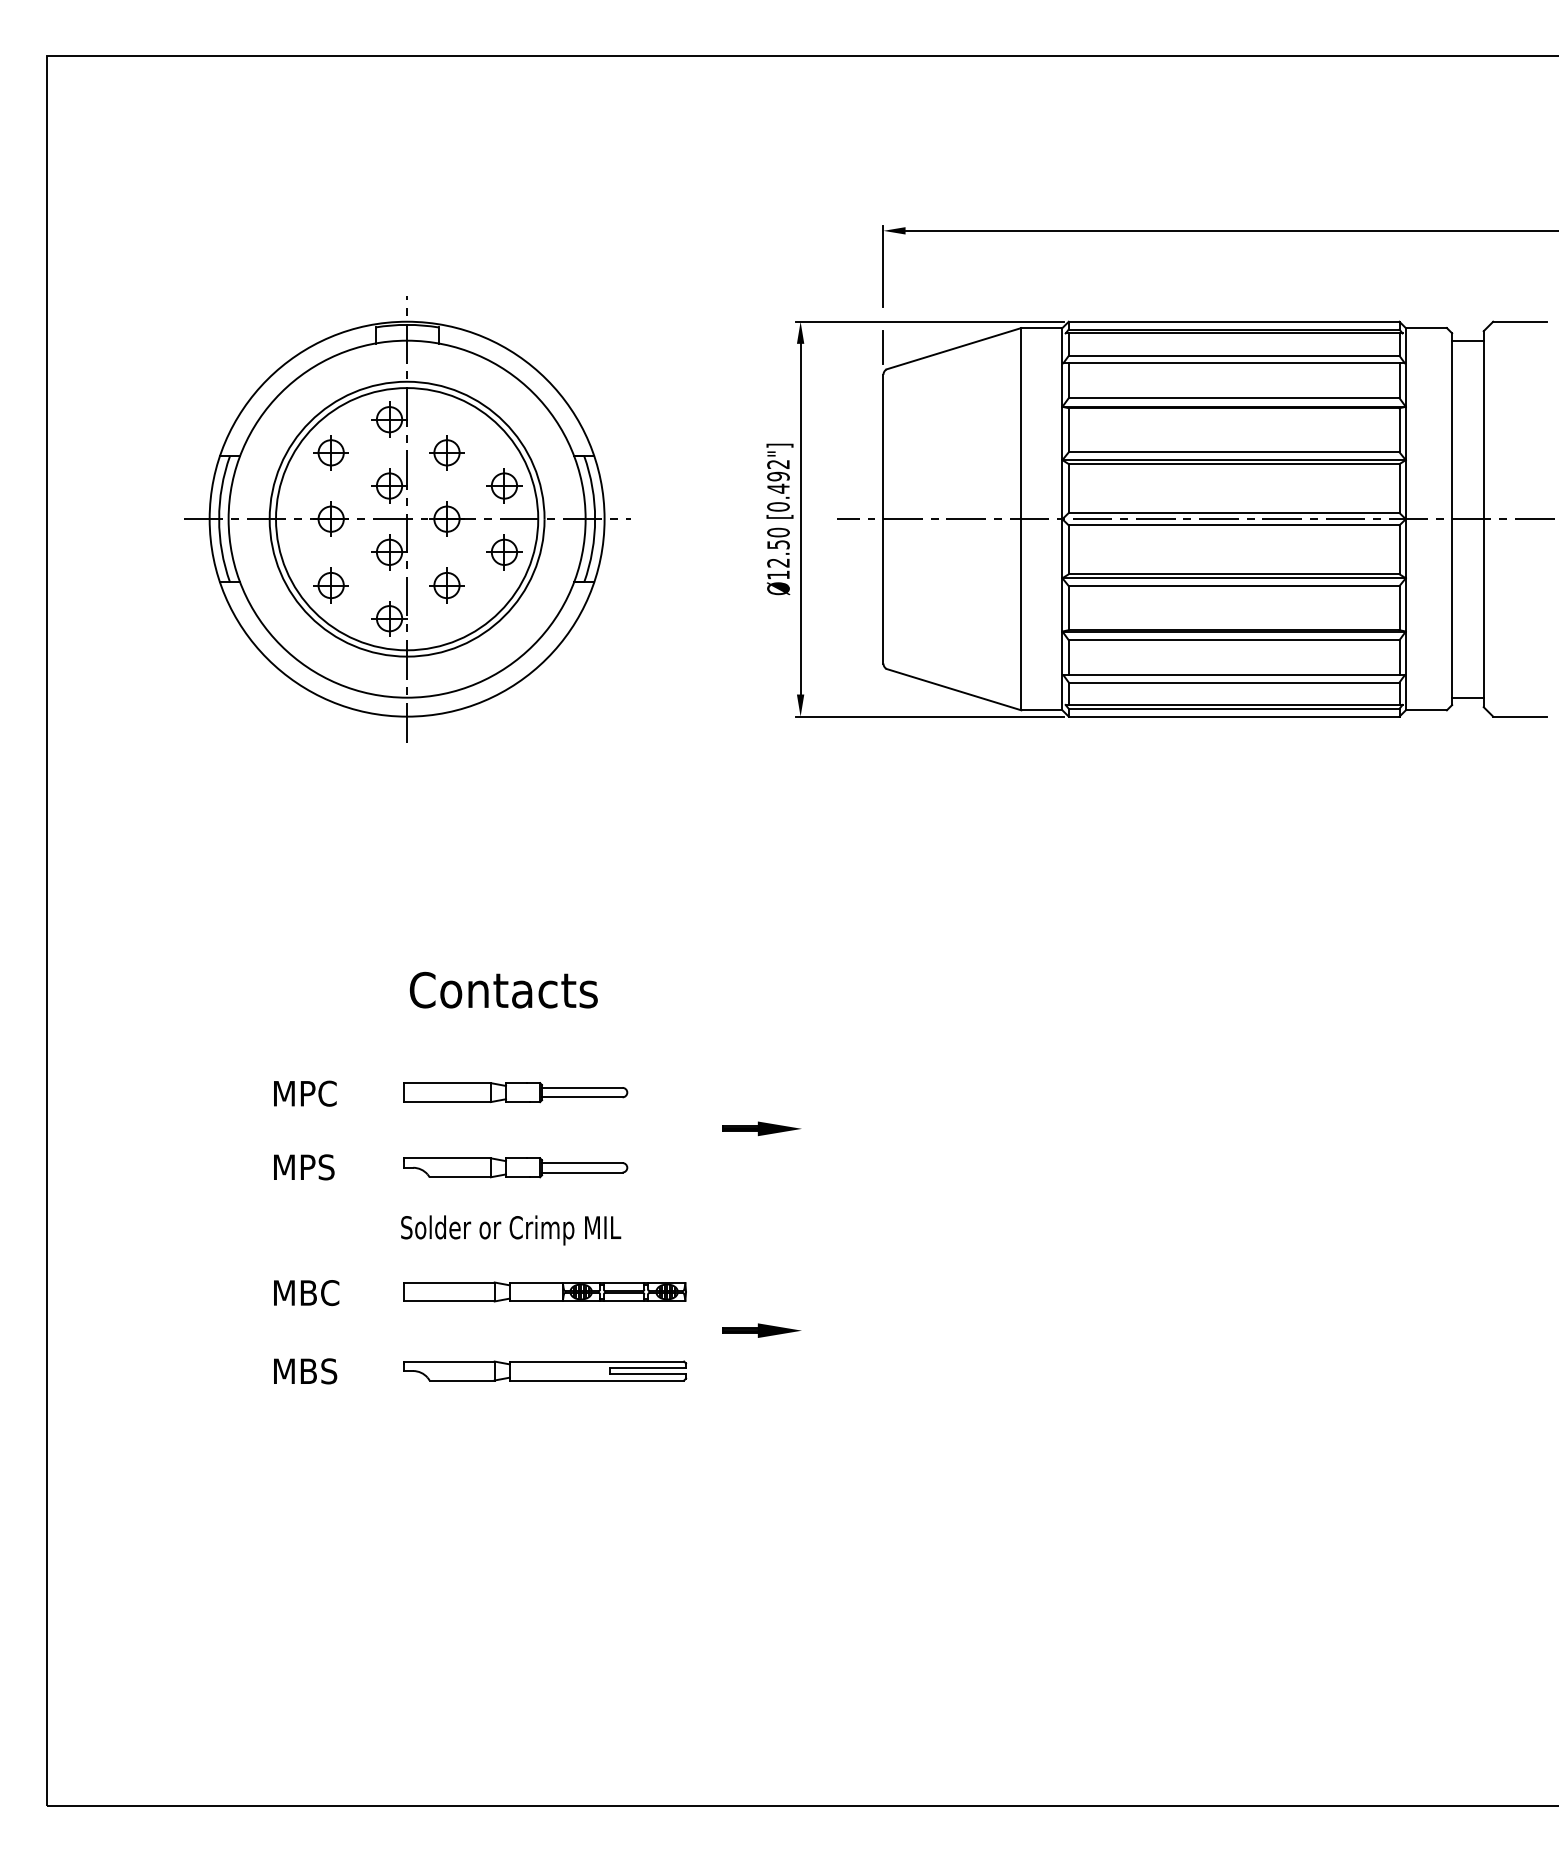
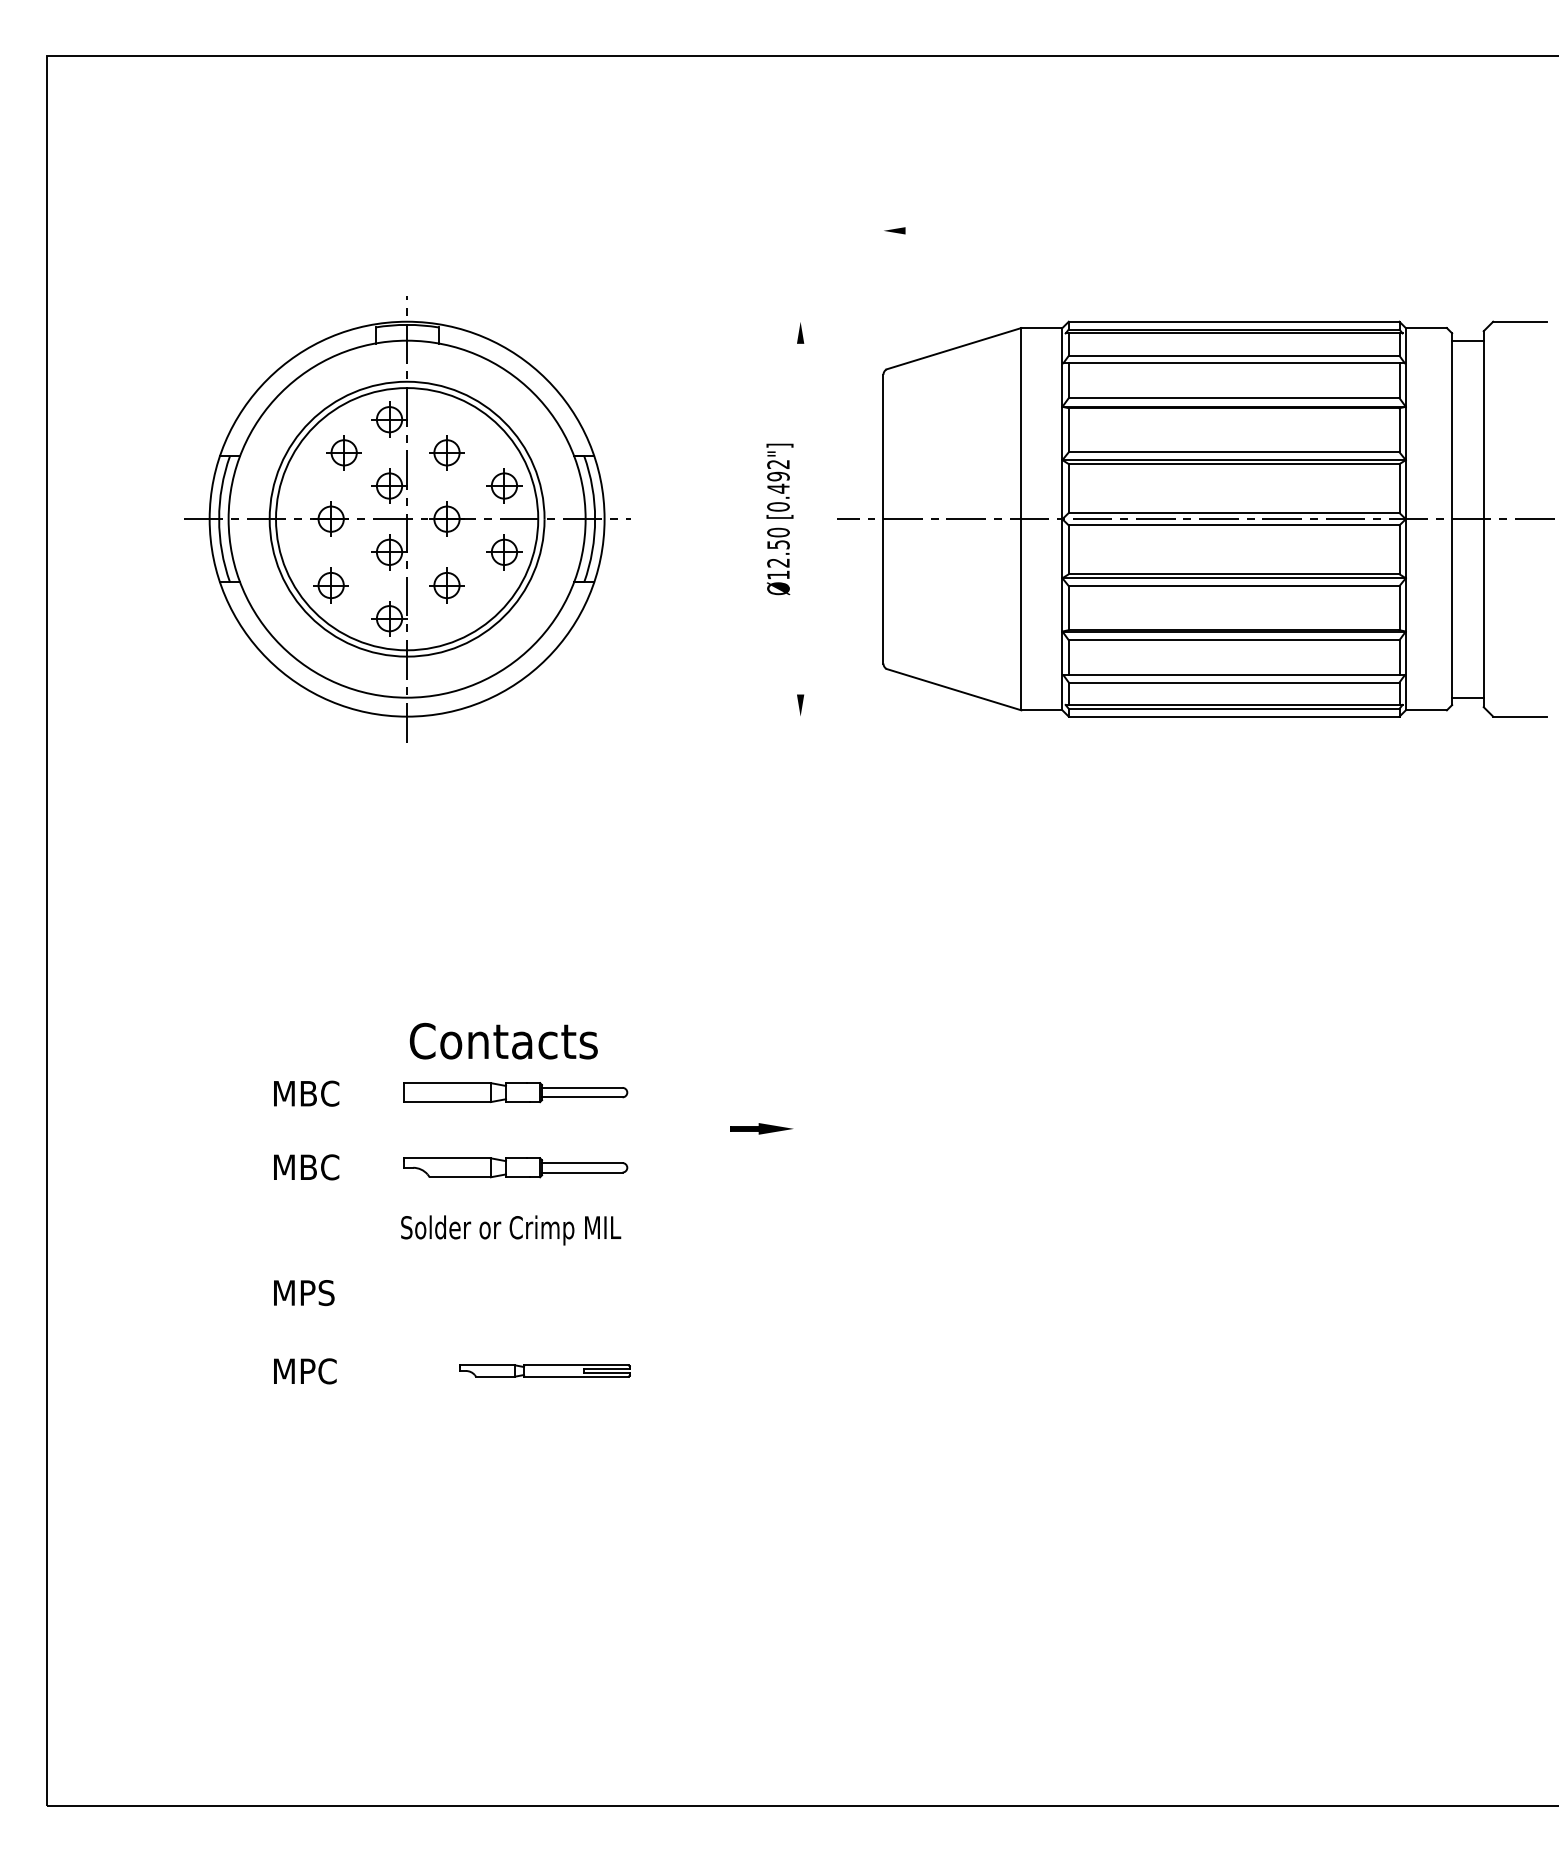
line at (1230, 230): present -> none
line at (883, 266): present -> none
line at (929, 321): present -> none
line at (883, 347): present -> none
part at (330, 452) position: (330, 452) -> (343, 452)
line at (800, 518): present -> none
line at (929, 716): present -> none
text at (503, 989) position: (503, 989) -> (503, 1040)
text at (321, 1093): MPC -> MBC
part at (761, 1128) size: 80x16 px -> 64x12 px
text at (321, 1167): MPS -> MBC
part at (544, 1291): present -> none
text at (321, 1293): MBC -> MPS
part at (761, 1330): present -> none
part at (545, 1370) size: 285x22 px -> 172x14 px
text at (320, 1371): MBS -> MPC
